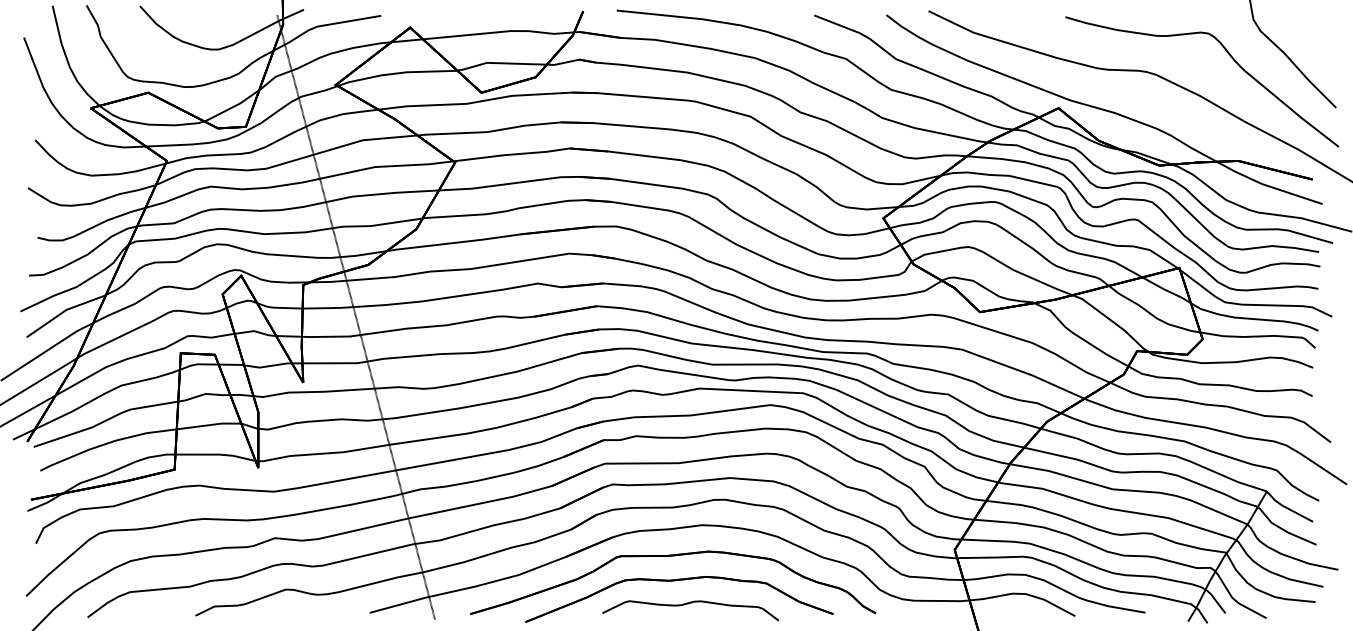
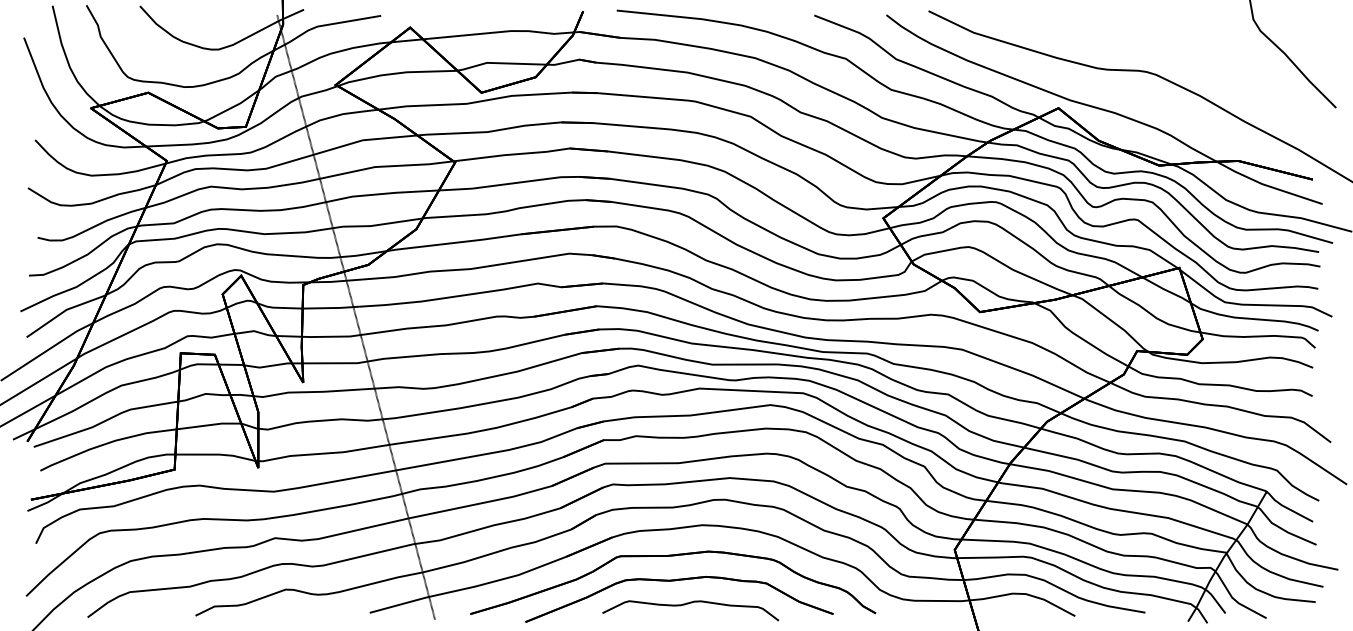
curve at (1230, 57): present -> none
